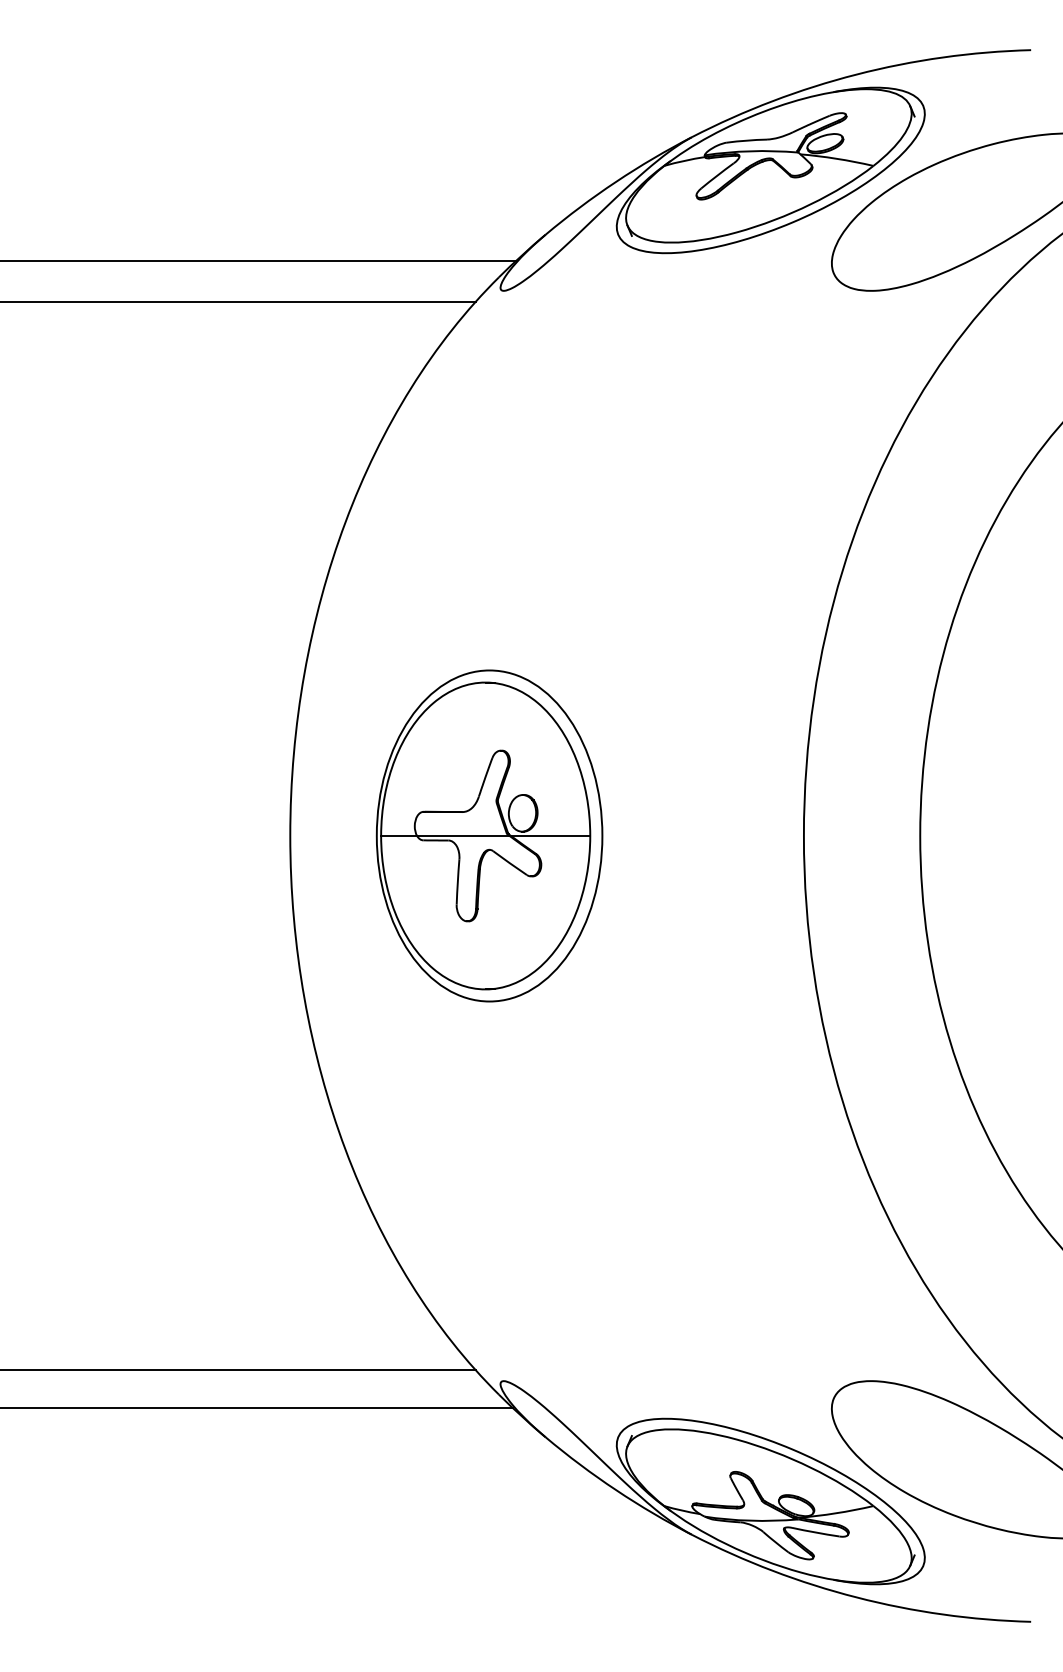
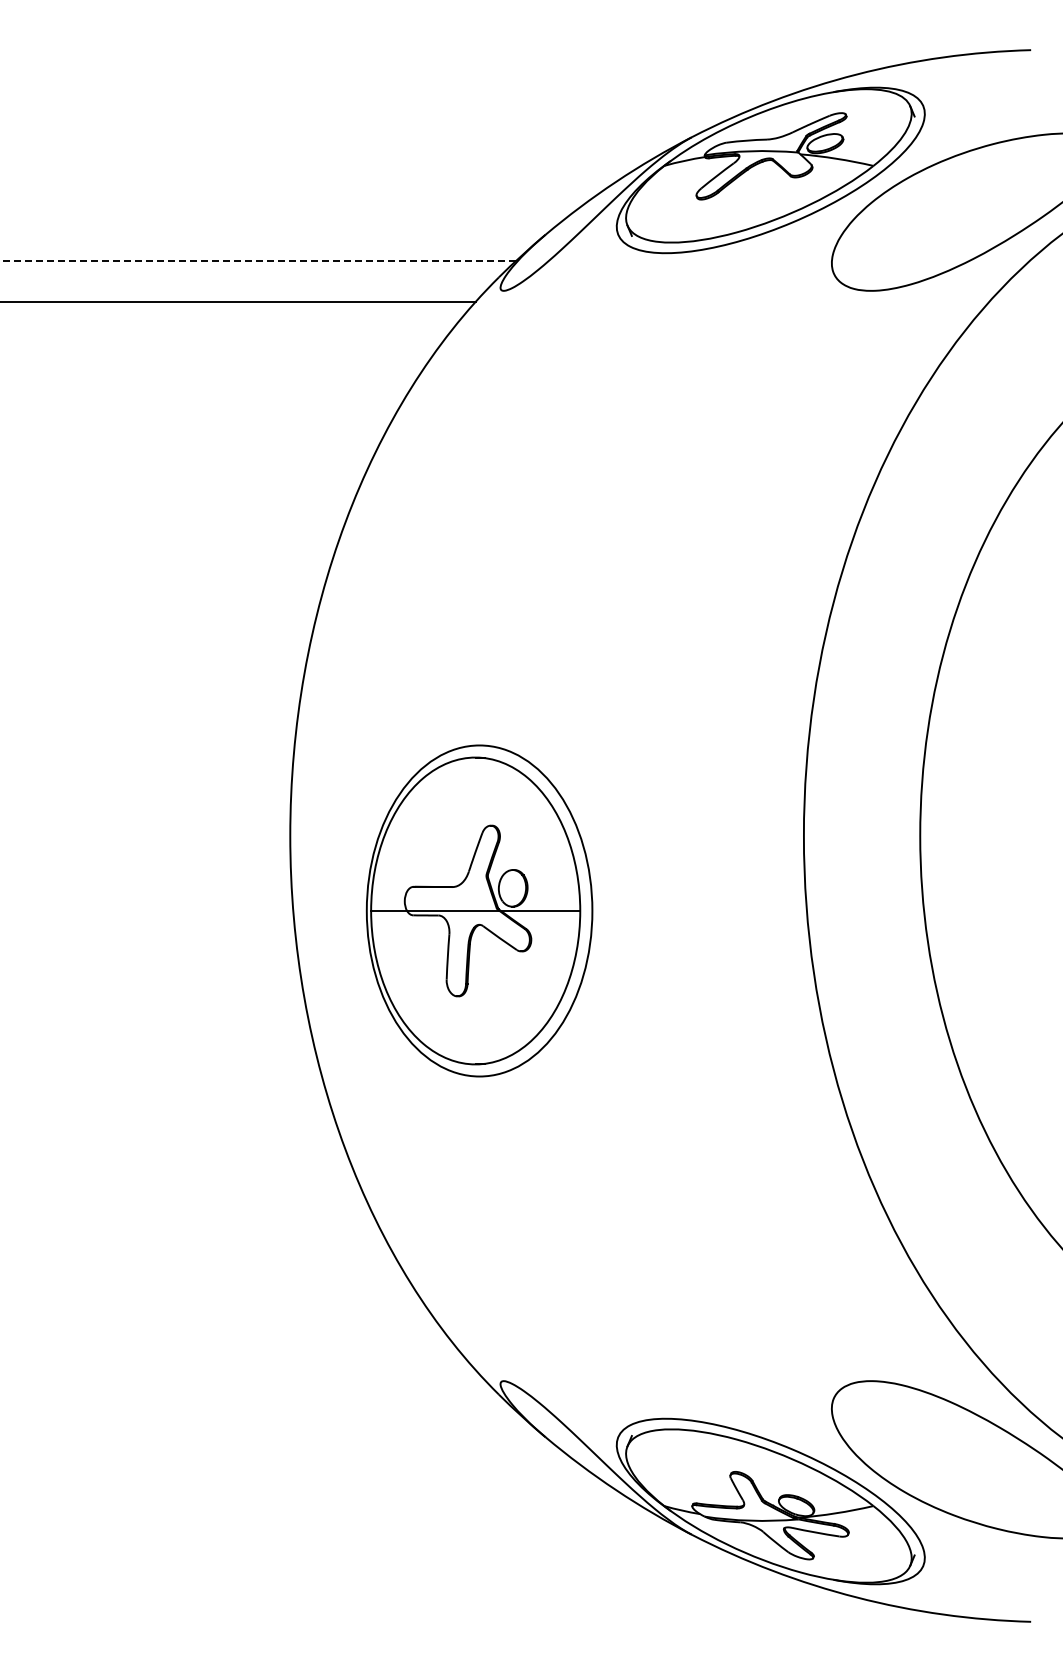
line at (258, 260): solid -> dashed
part at (489, 835) position: (489, 835) -> (479, 910)
line at (238, 1370): present -> none
line at (257, 1407): present -> none
